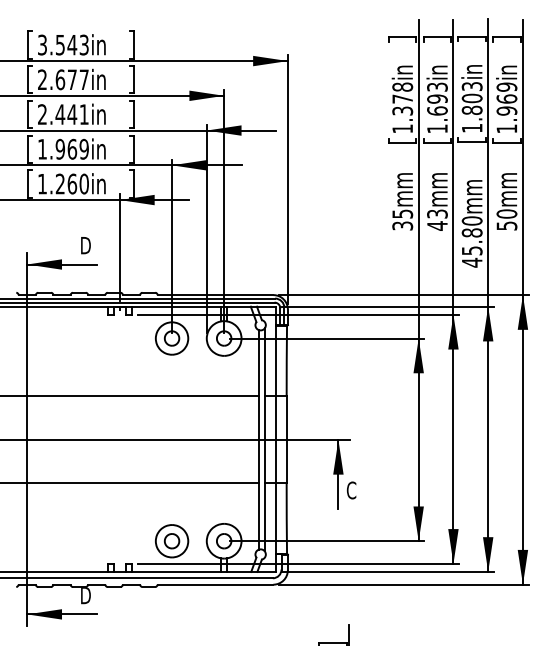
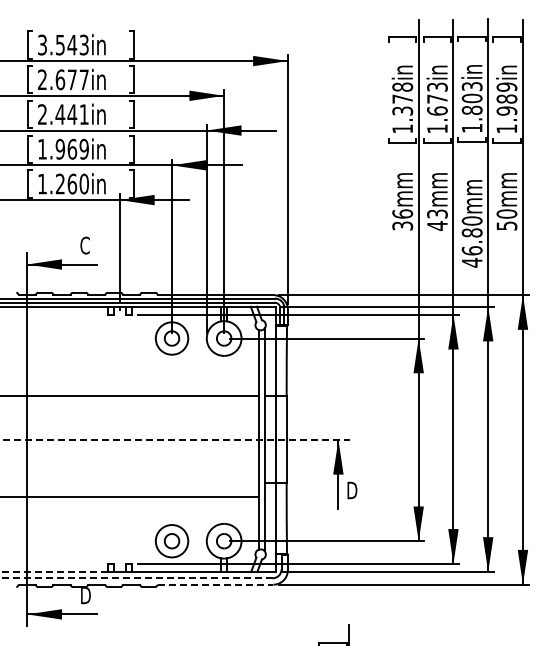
text at (437, 98): 1.693in -> 1.673in
text at (506, 98): 1.969in -> 1.989in
text at (402, 213): 35mm -> 36mm
text at (85, 245): D -> C
text at (471, 250): 45.80mm -> 46.80mm
line at (175, 439): solid -> dashed
line at (130, 483) position: (130, 483) -> (130, 497)
text at (351, 490): C -> D
line at (53, 571): solid -> dashed
line at (136, 578): solid -> dashed
line at (215, 584): solid -> dashed
